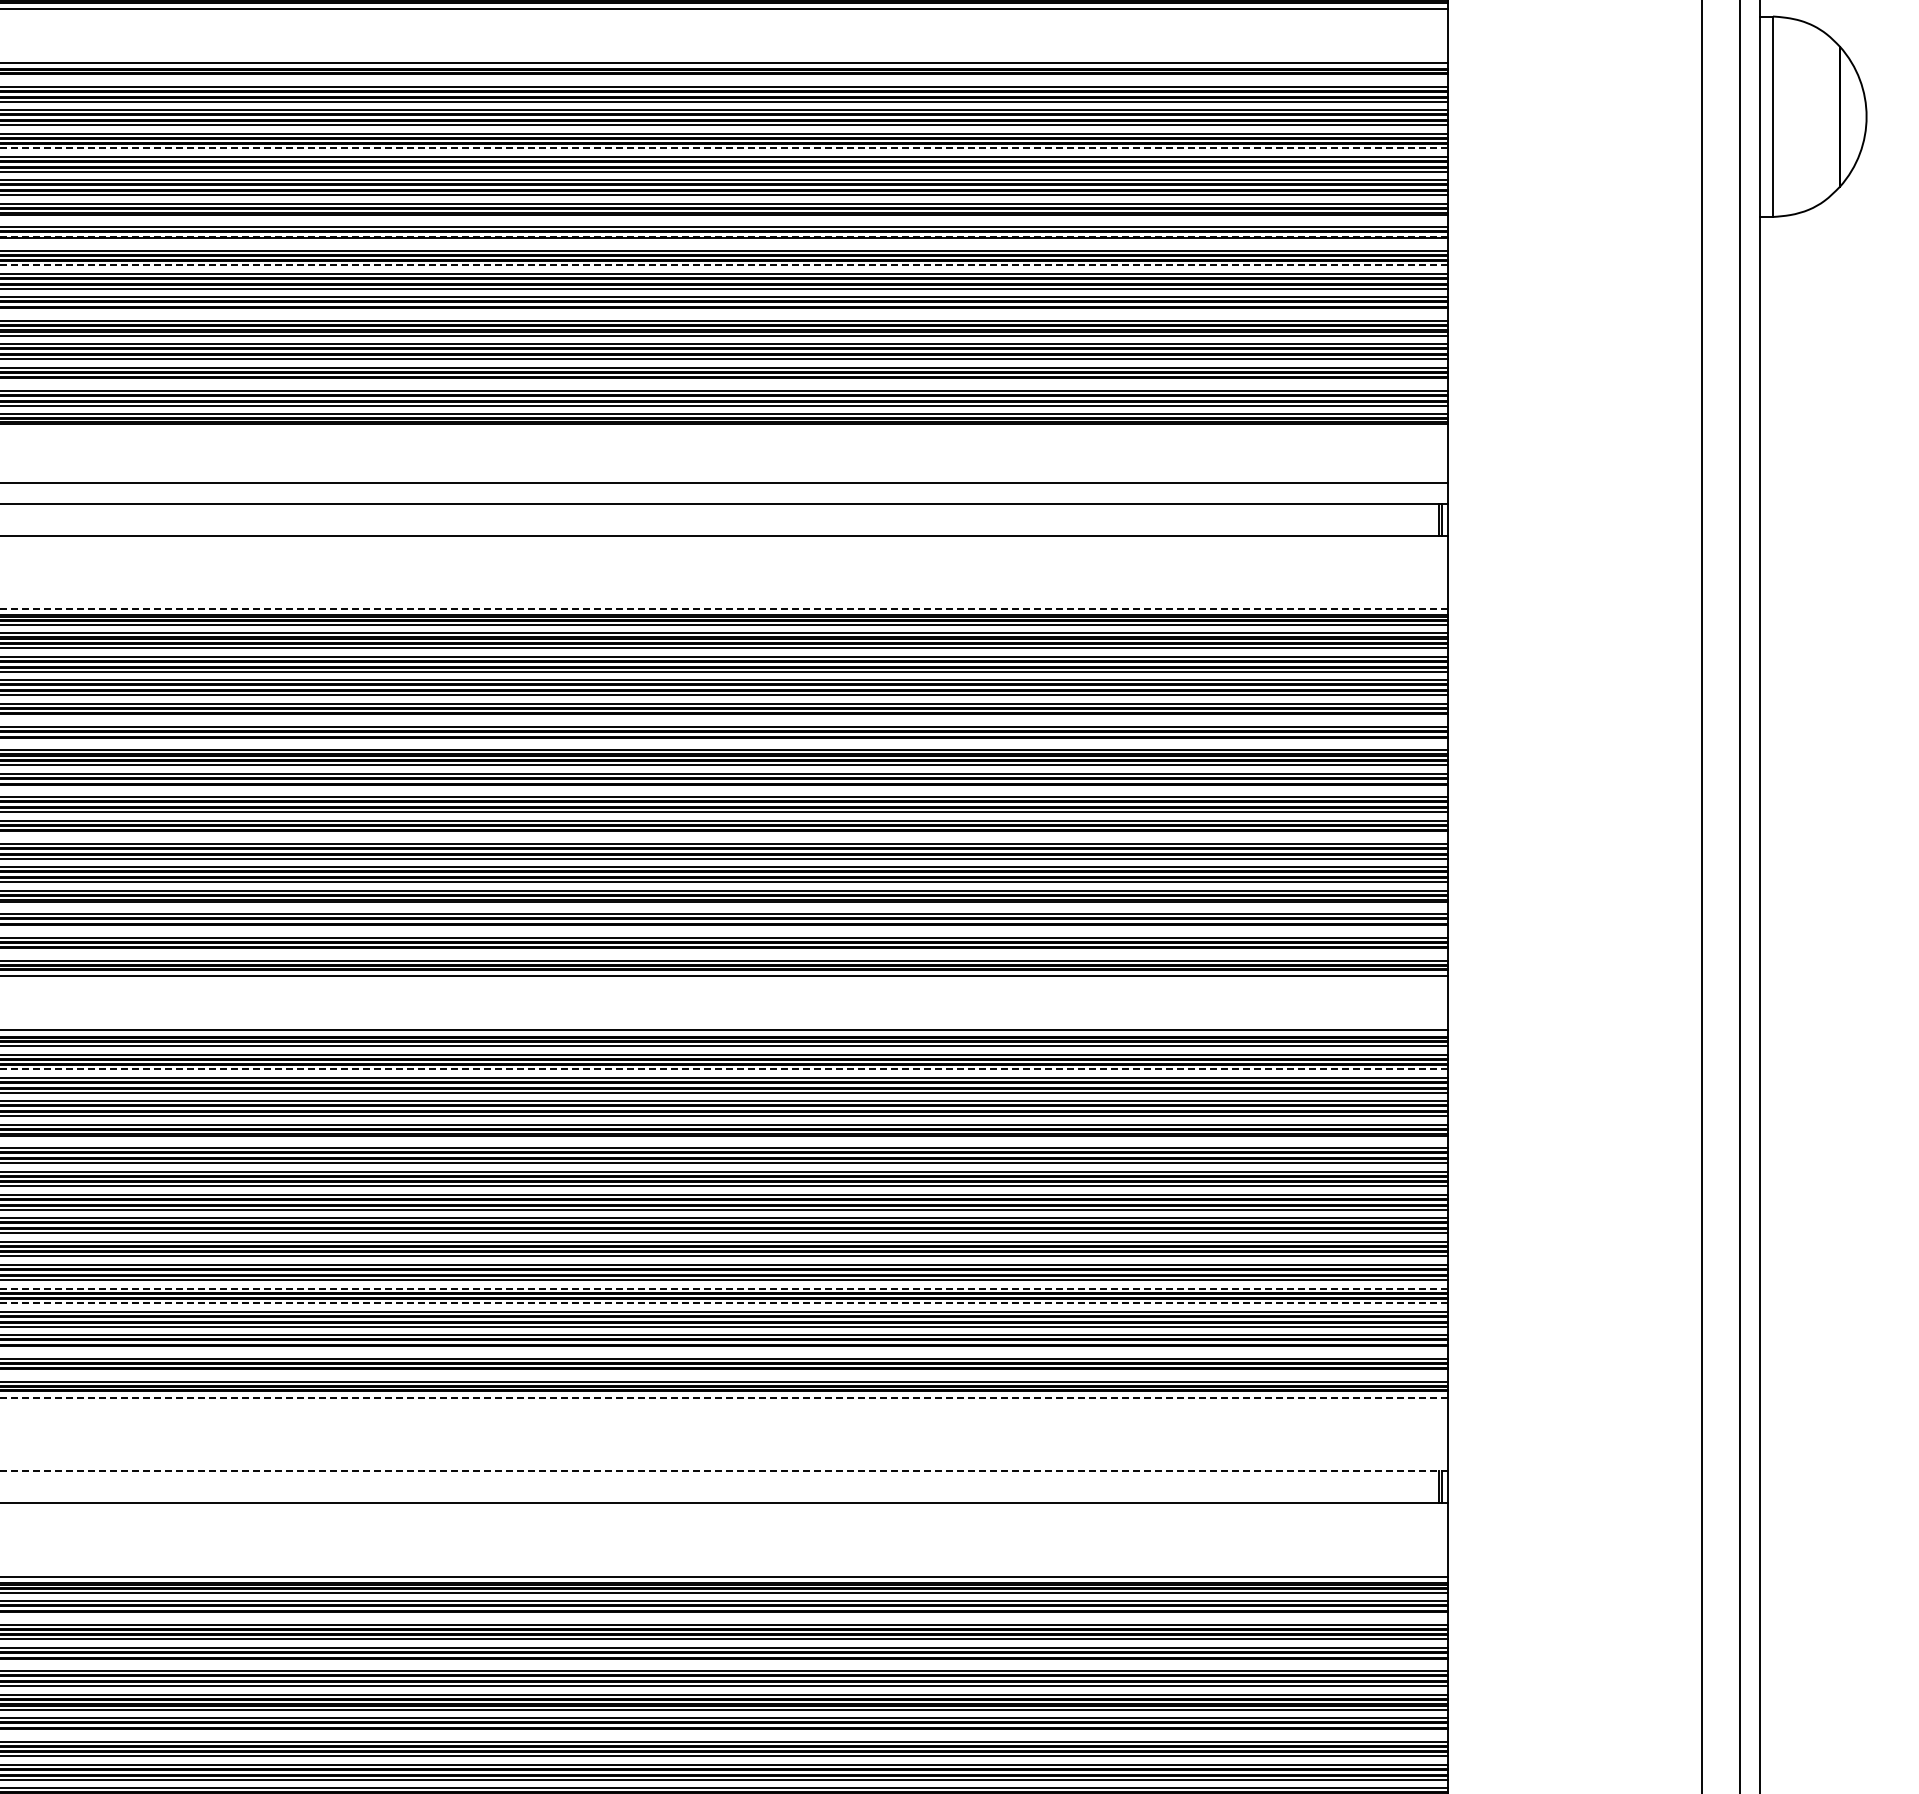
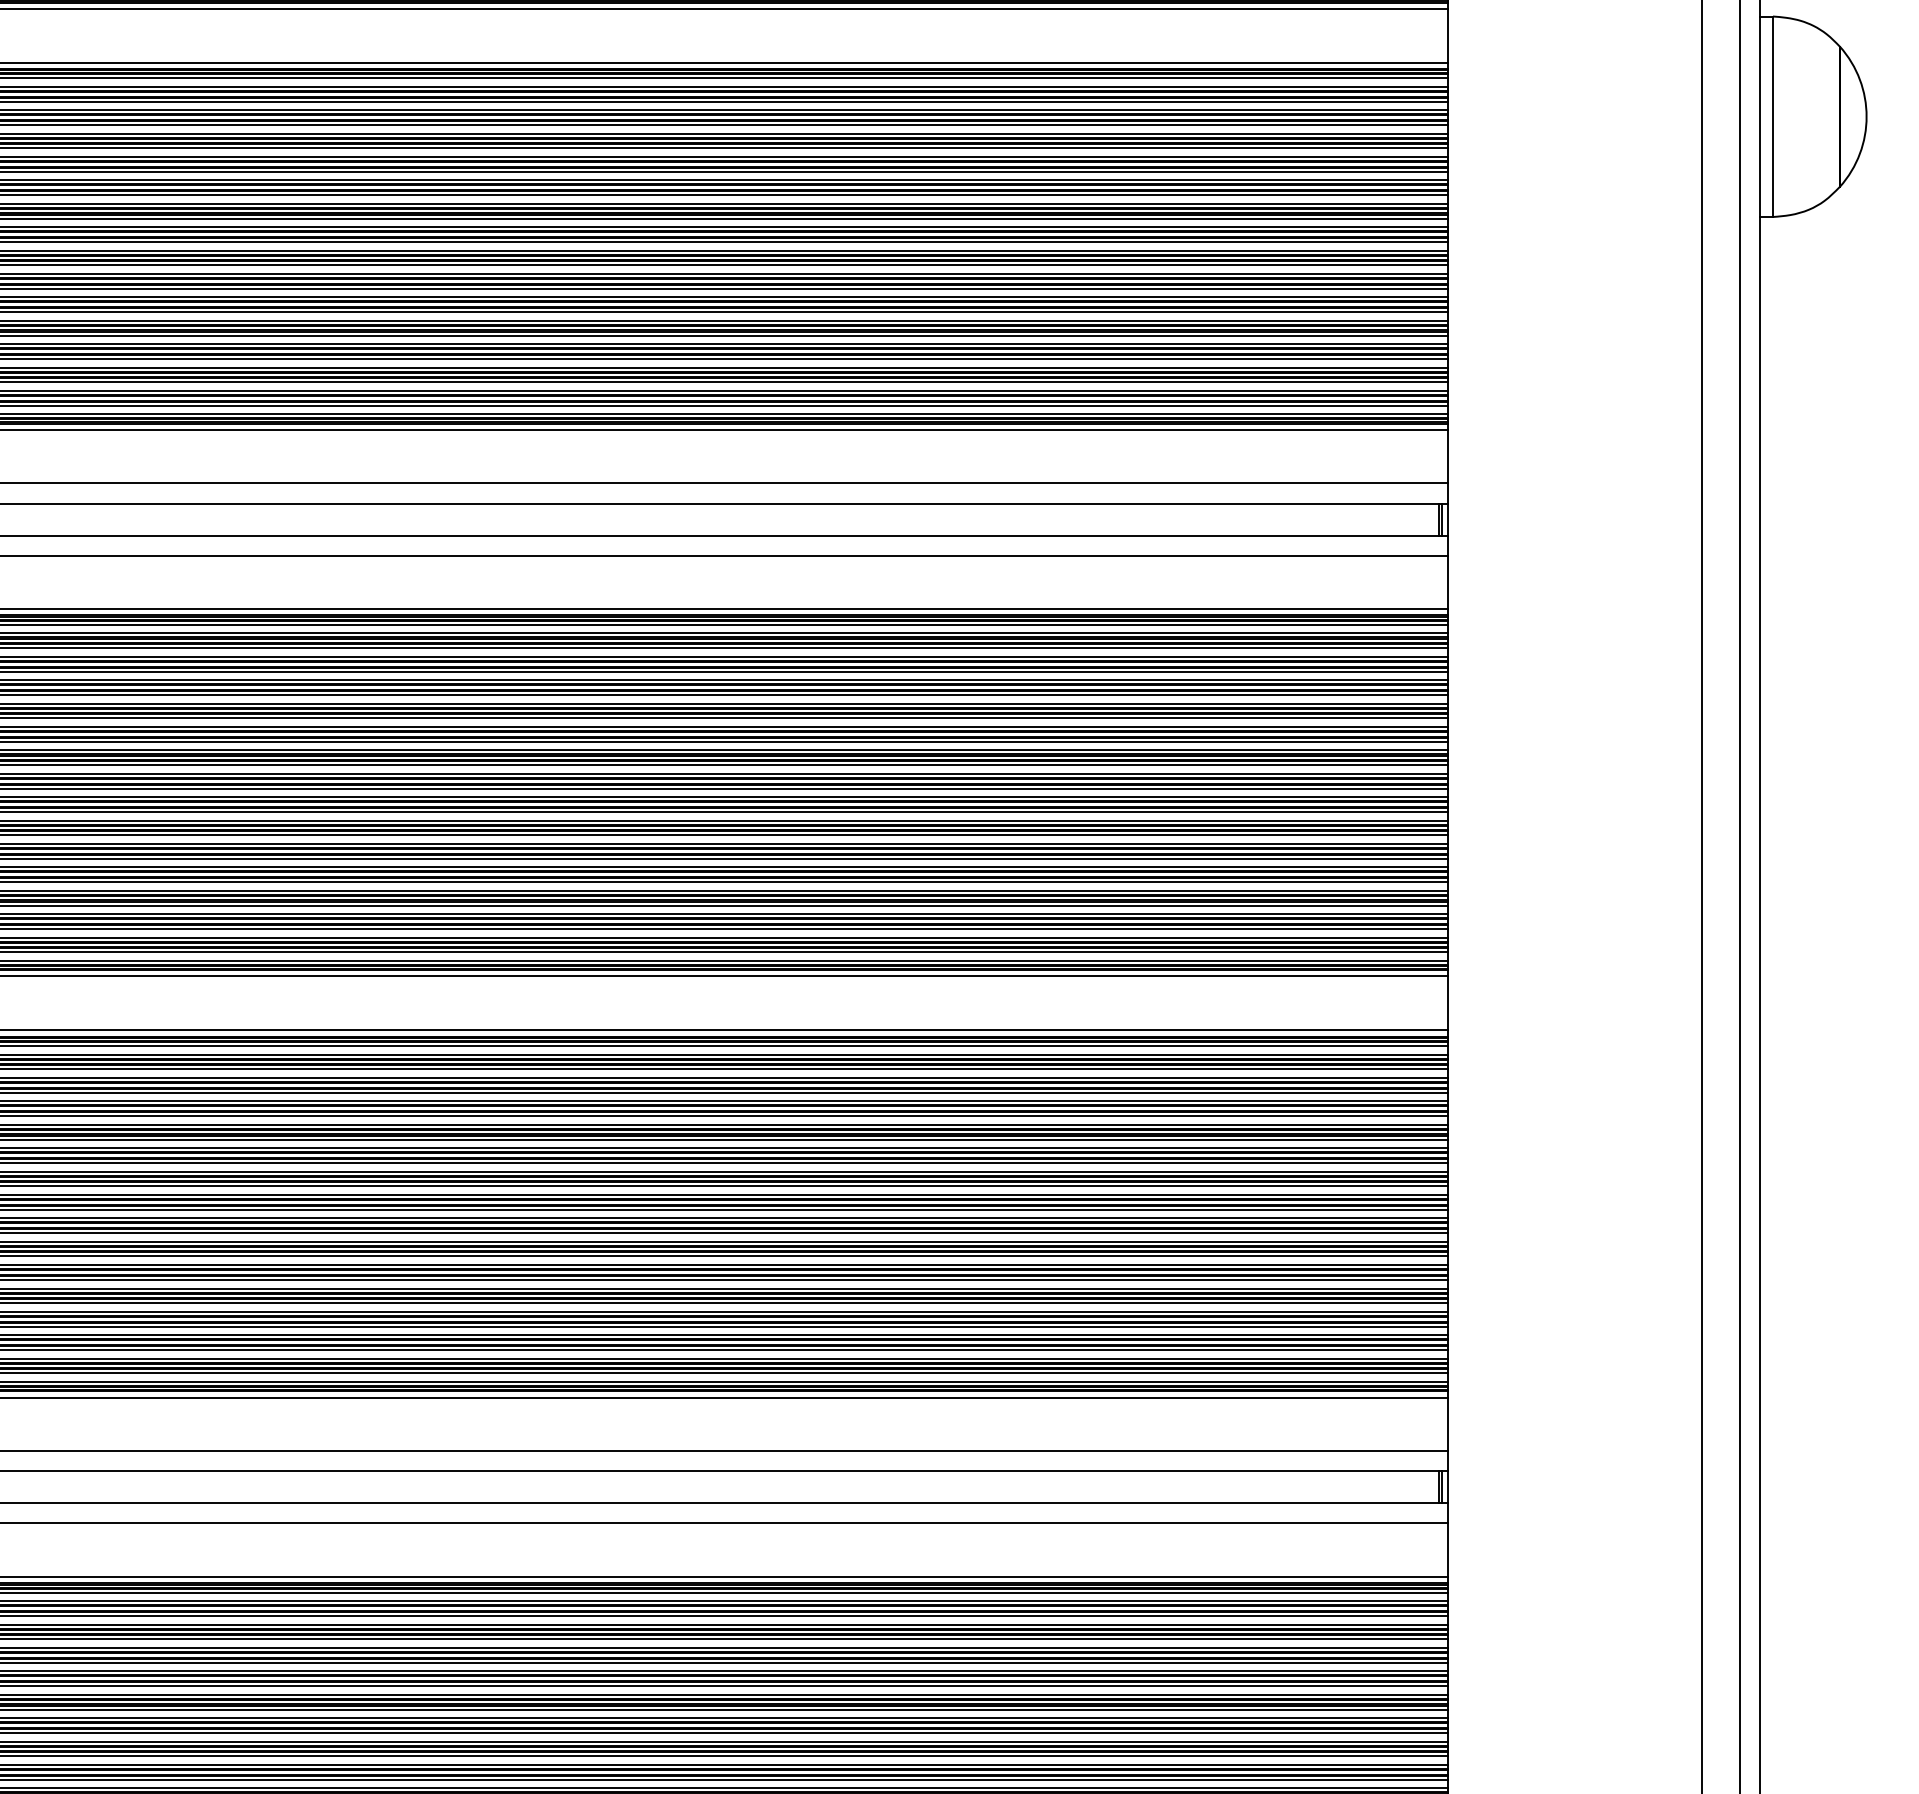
line at (725, 78): none -> present
line at (724, 148): dashed -> solid
line at (725, 218): none -> present
line at (724, 236): dashed -> solid
line at (725, 241): none -> present
line at (724, 265): dashed -> solid
line at (725, 312): none -> present
line at (725, 382): none -> present
line at (725, 429): none -> present
line at (725, 555): none -> present
line at (724, 609): dashed -> solid
line at (725, 718): none -> present
line at (725, 741): none -> present
line at (725, 788): none -> present
line at (725, 835): none -> present
line at (725, 905): none -> present
line at (725, 928): none -> present
line at (725, 952): none -> present
line at (724, 1069): dashed -> solid
line at (725, 1139): none -> present
line at (724, 1288): dashed -> solid
line at (724, 1303): dashed -> solid
line at (725, 1350): none -> present
line at (725, 1373): none -> present
line at (724, 1397): dashed -> solid
line at (725, 1451): none -> present
line at (724, 1471): dashed -> solid
line at (725, 1523): none -> present
line at (725, 1615): none -> present
line at (725, 1662): none -> present
line at (725, 1732): none -> present
